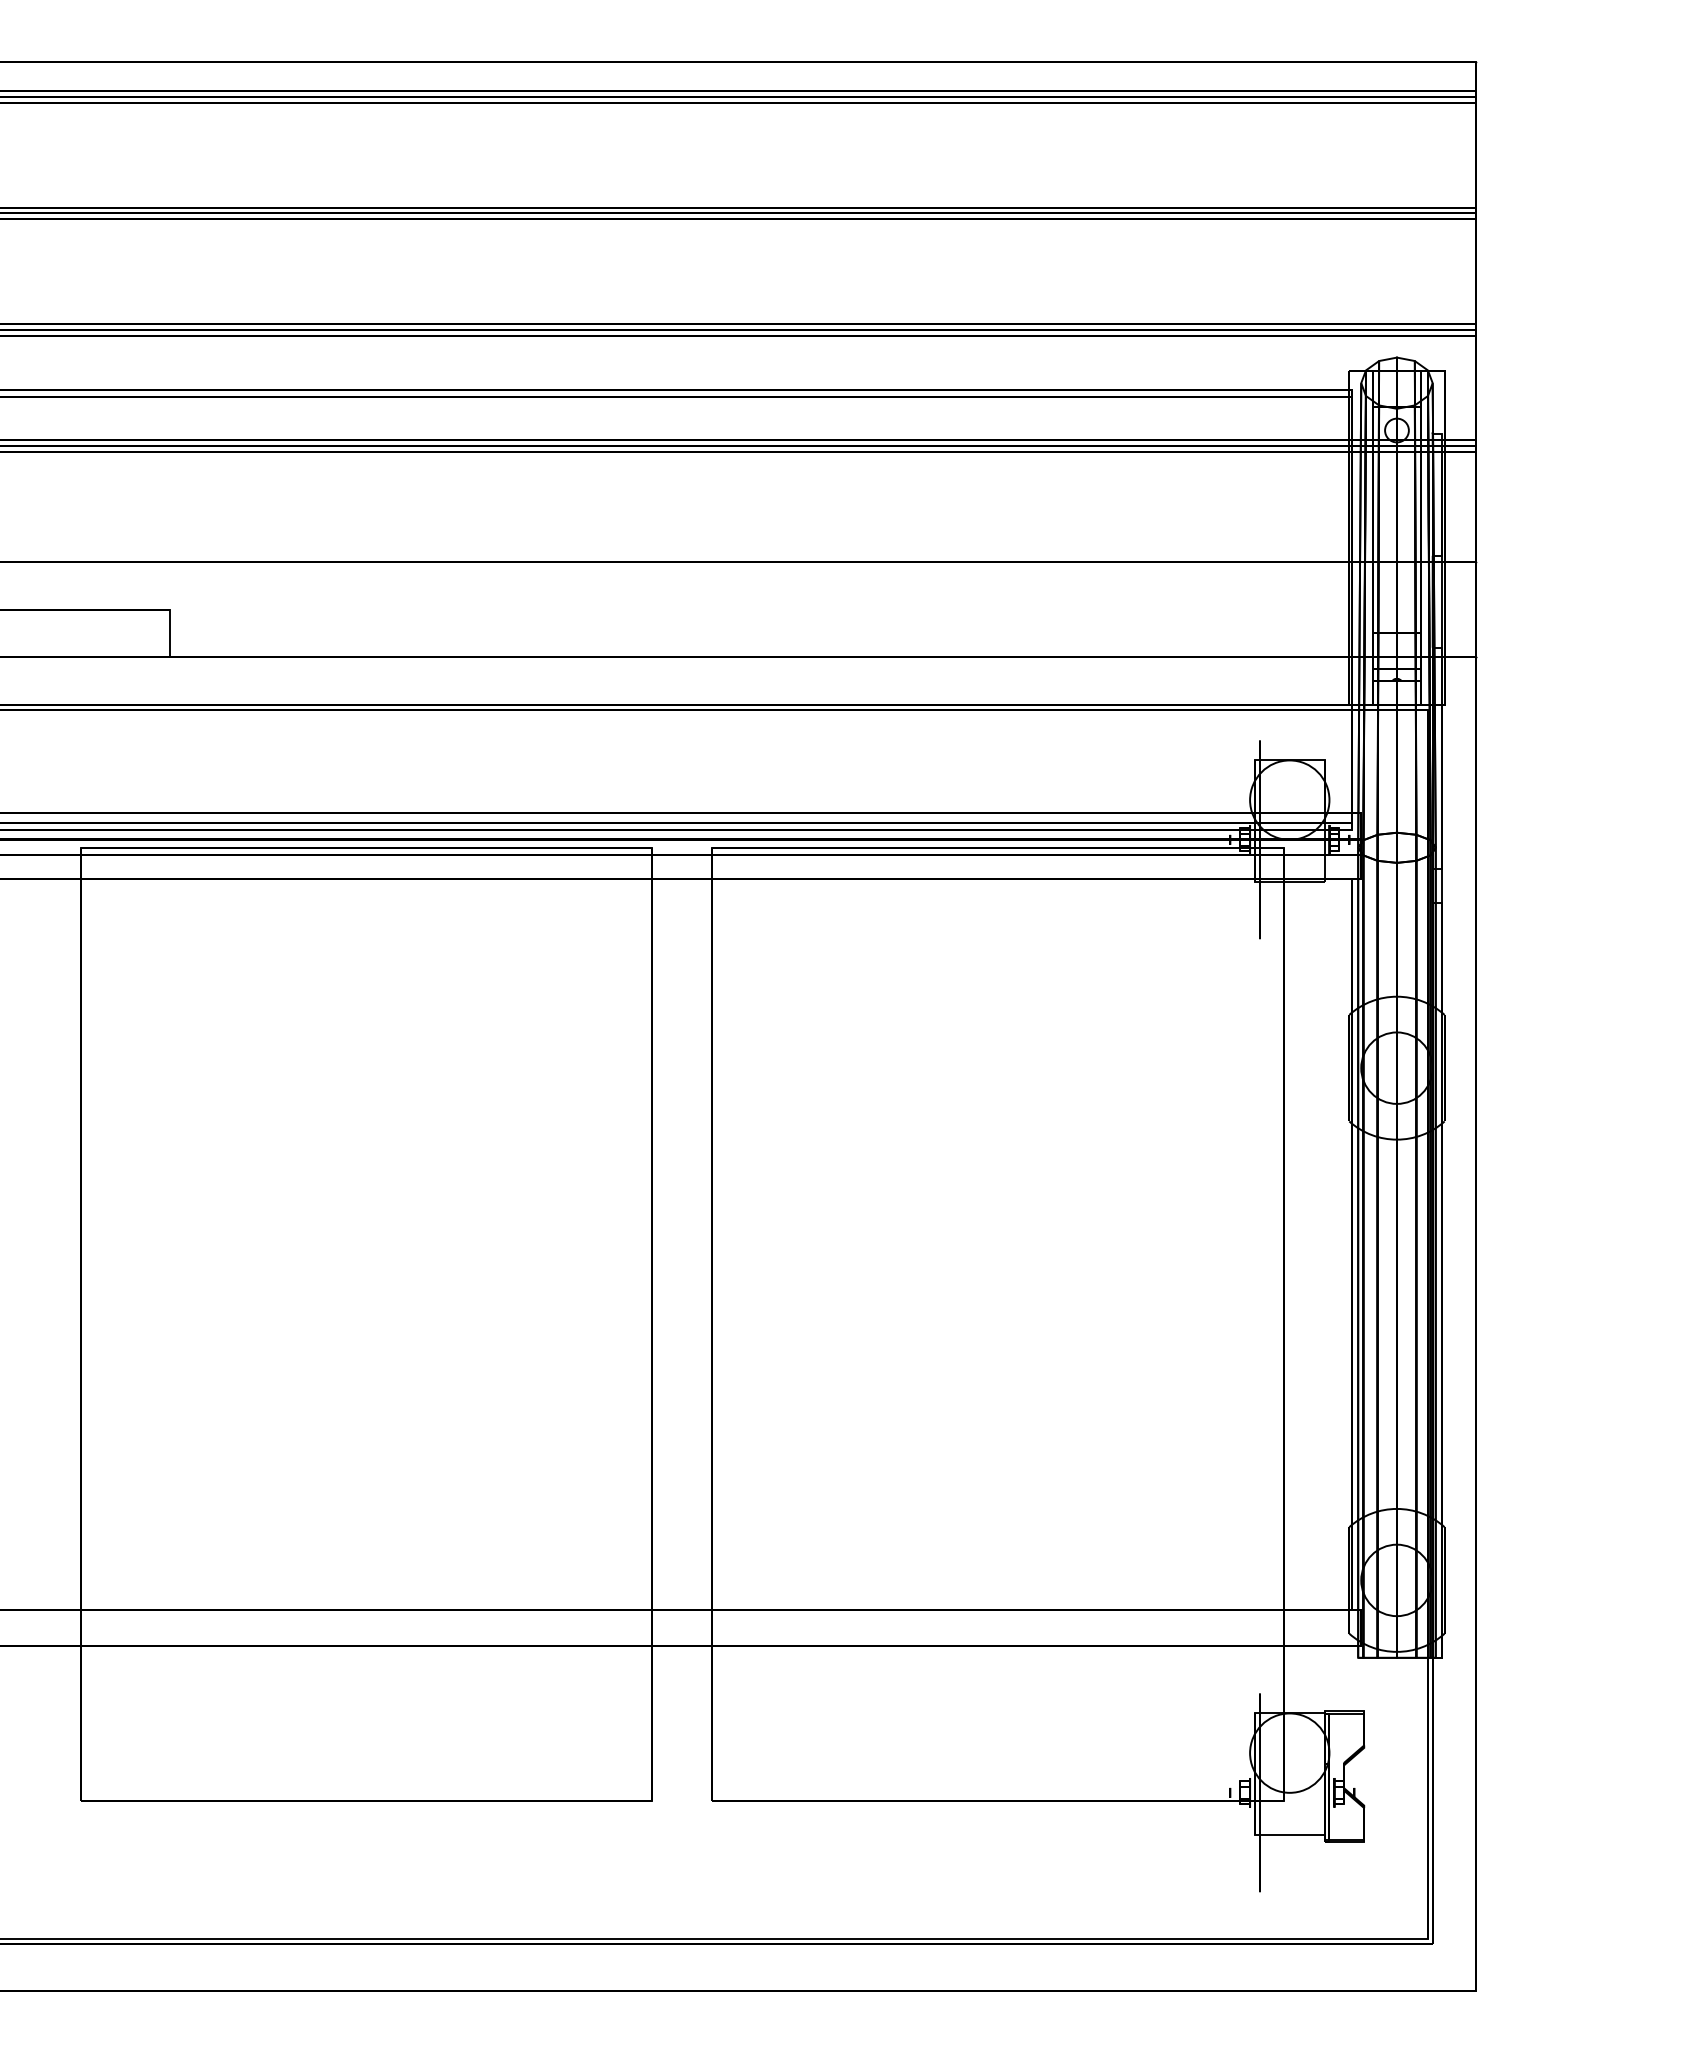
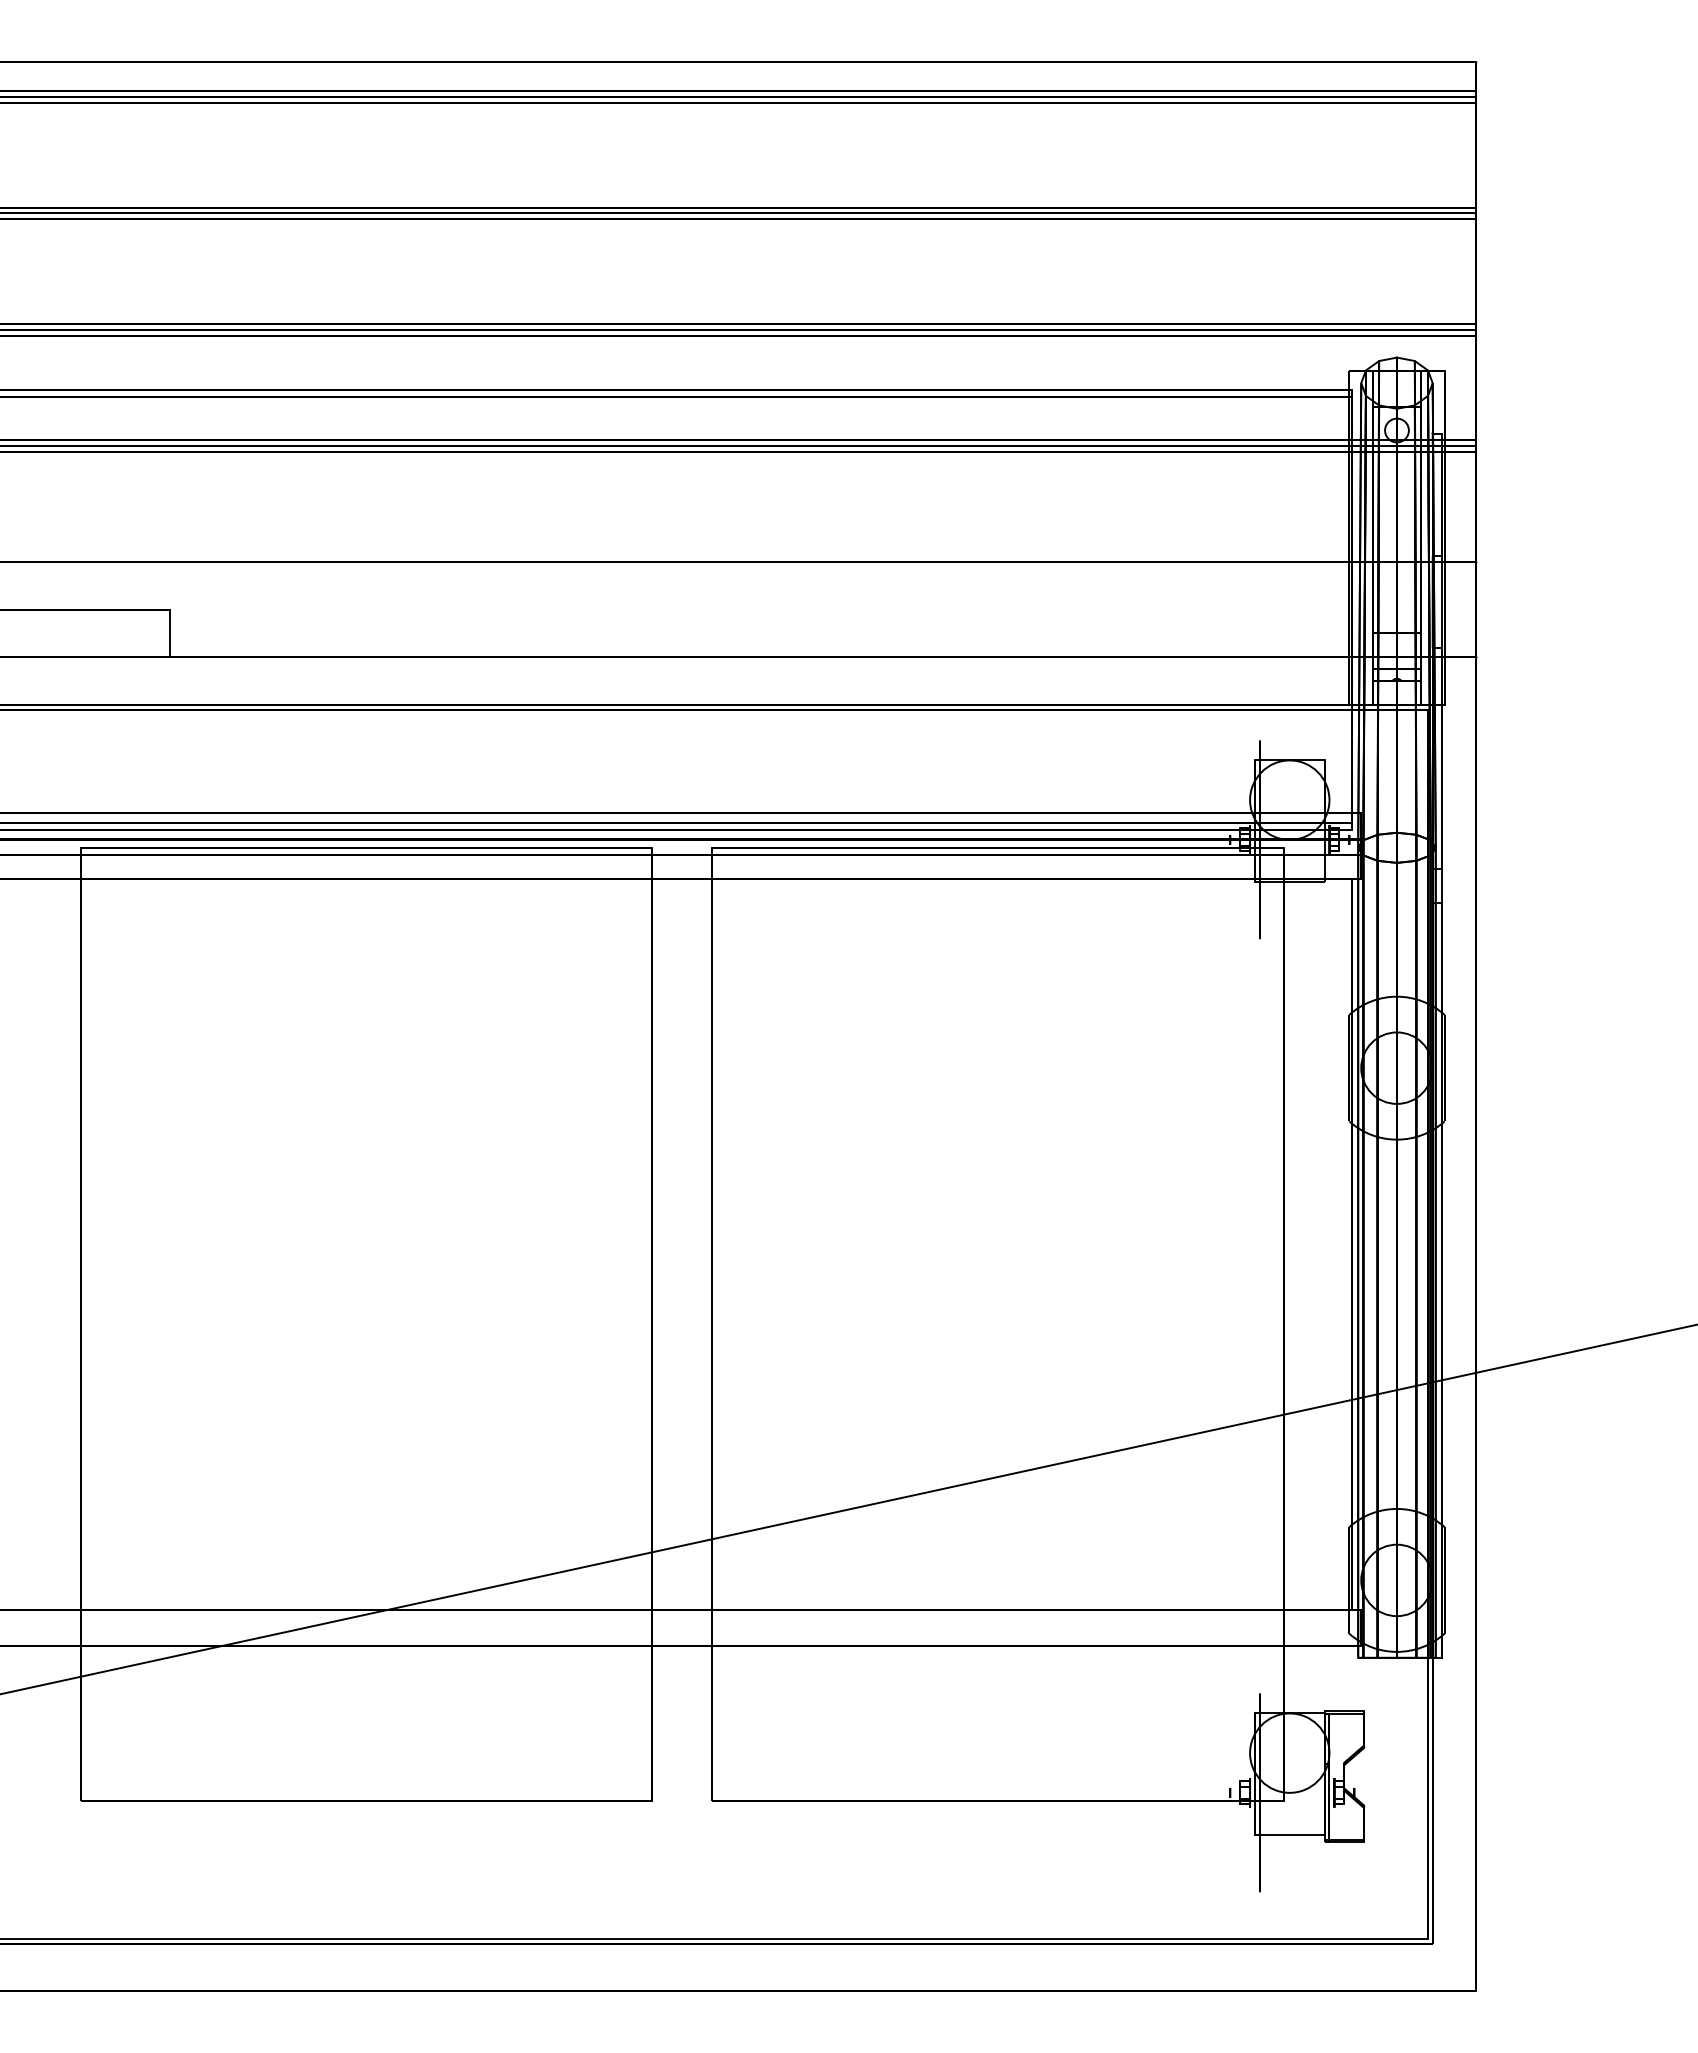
line at (848, 1509): none -> present
